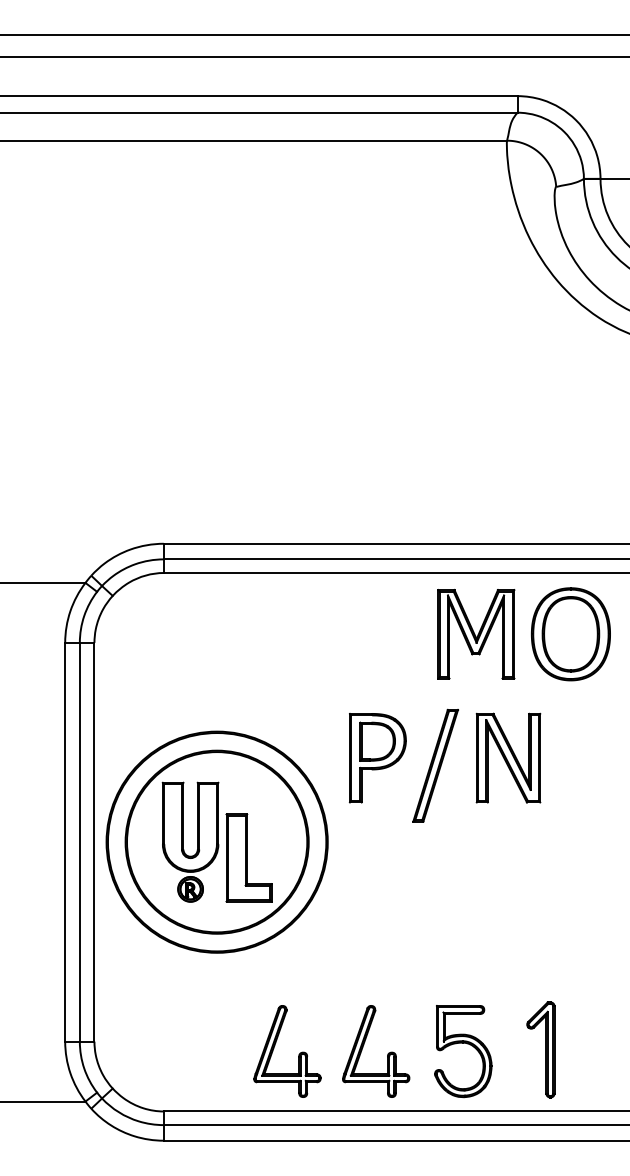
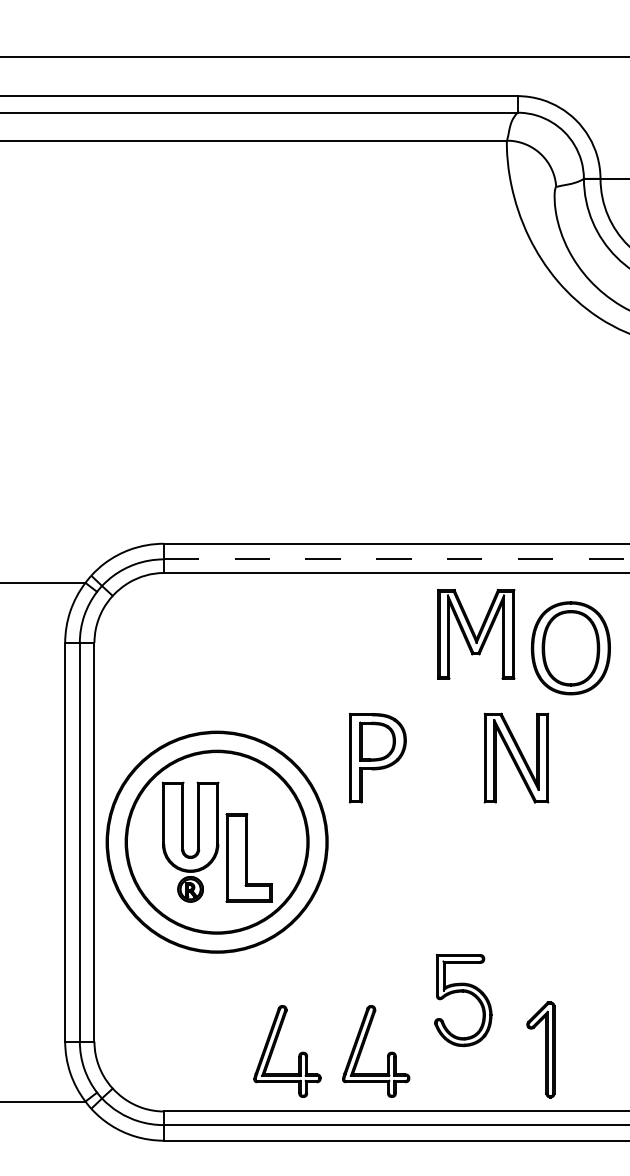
line at (314, 35): present -> none
line at (396, 559): solid -> dashed
part at (570, 634) position: (570, 634) -> (570, 648)
part at (508, 757) position: (508, 757) -> (516, 757)
part at (435, 765): present -> none
part at (463, 1043) position: (463, 1043) -> (463, 992)
